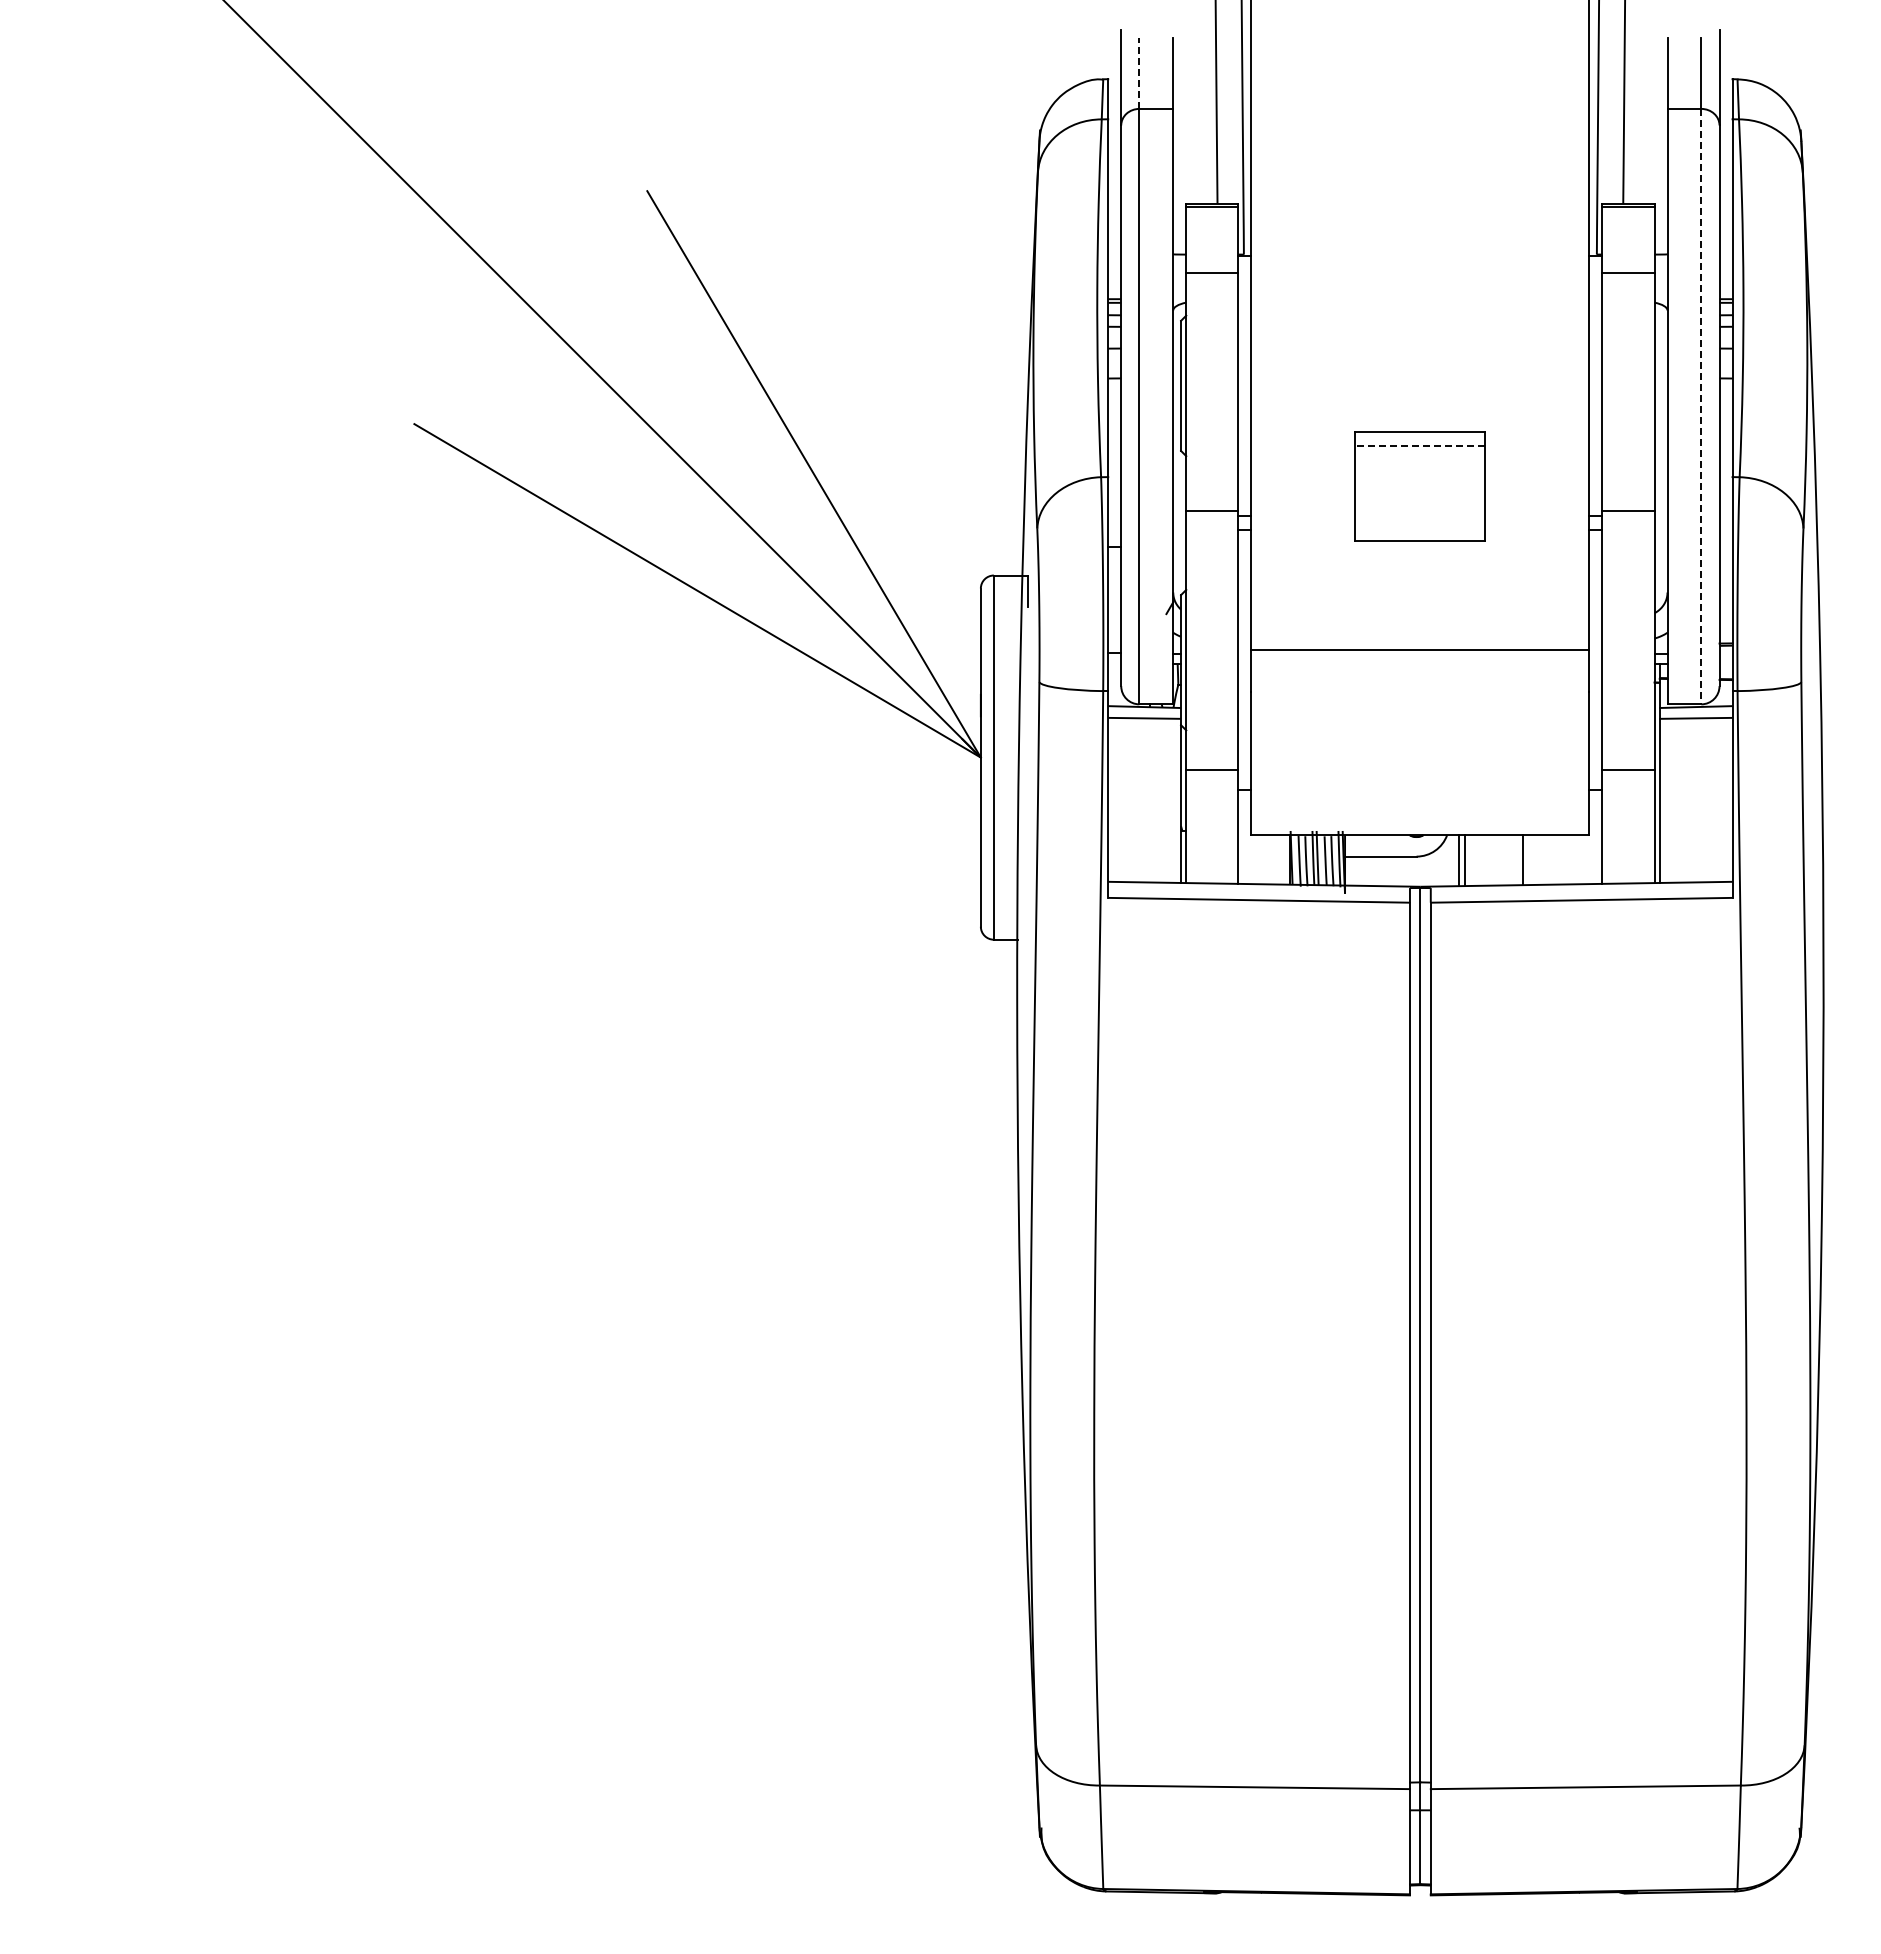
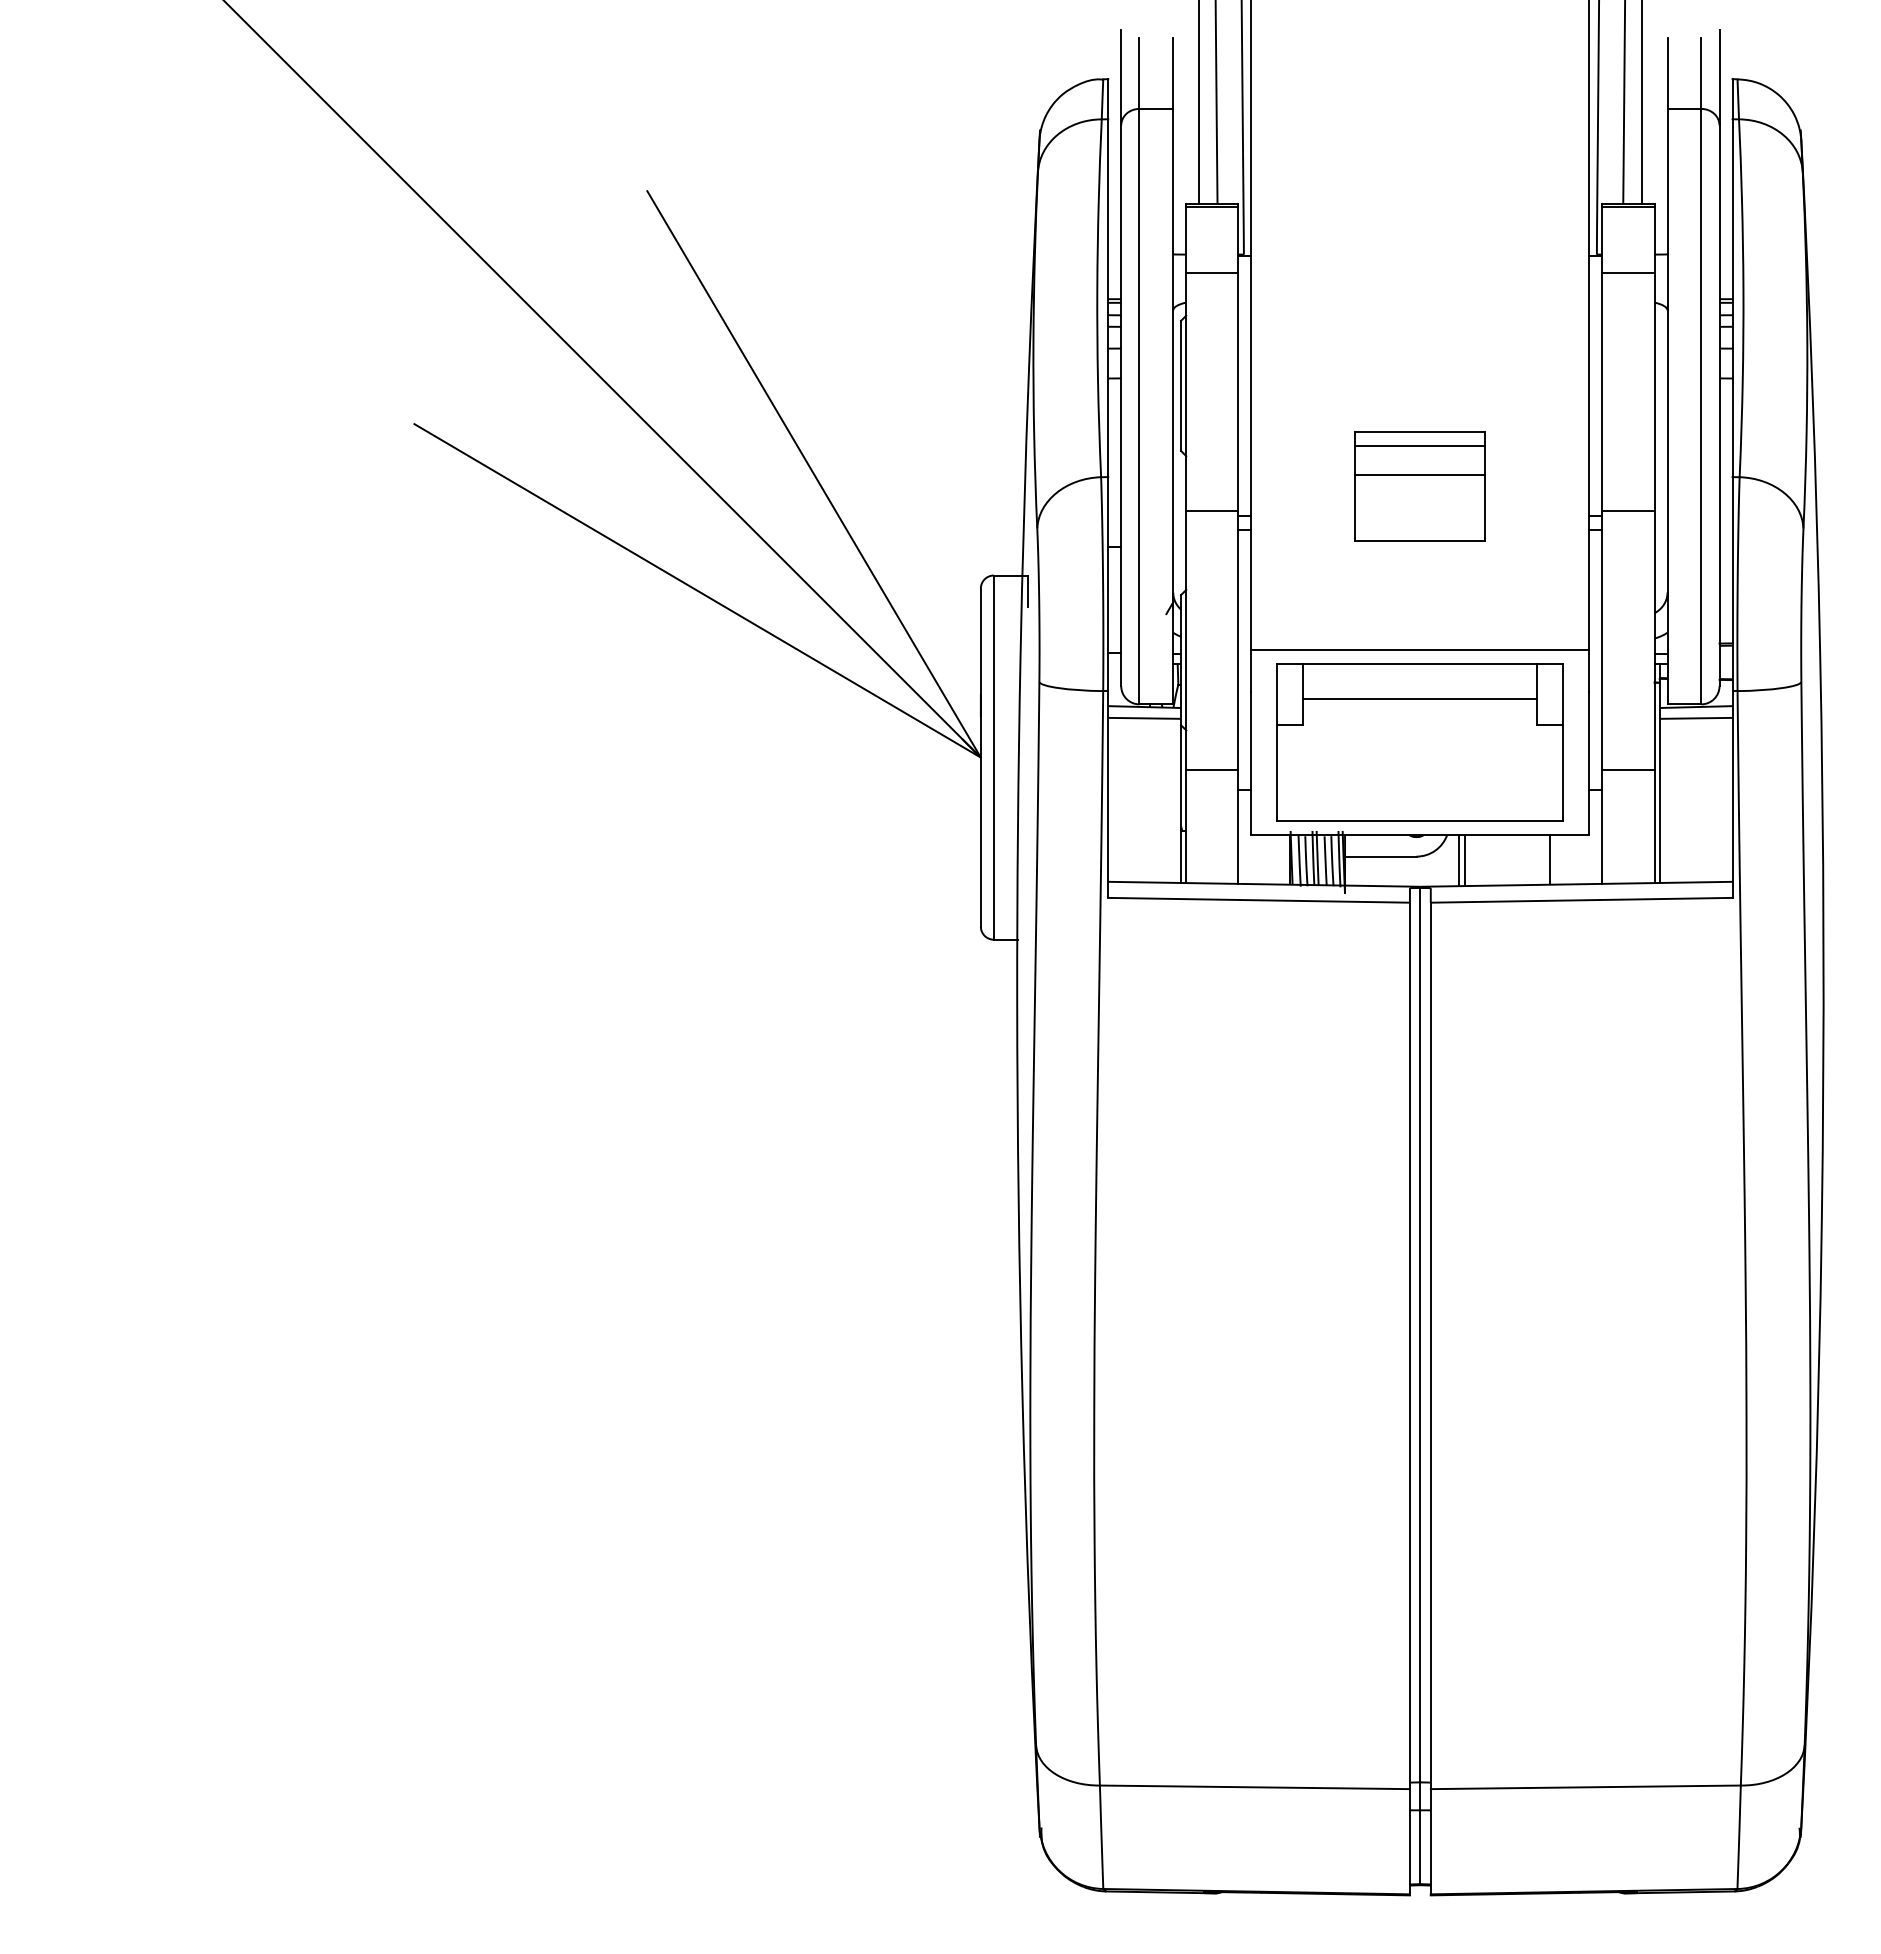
line at (1139, 73): dashed -> solid
line at (1199, 102): none -> present
line at (1641, 102): none -> present
line at (1701, 406): dashed -> solid
line at (1419, 446): dashed -> solid
line at (1420, 474): none -> present
part at (1419, 742): none -> present
line at (1523, 859) position: (1523, 859) -> (1550, 859)
